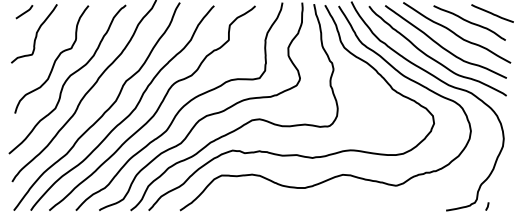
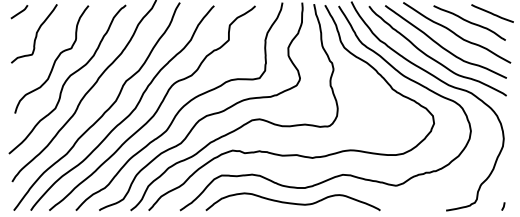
line at (24, 12) position: (24, 12) -> (19, 12)
curve at (292, 202): none -> present
line at (487, 206) position: (487, 206) -> (503, 206)
